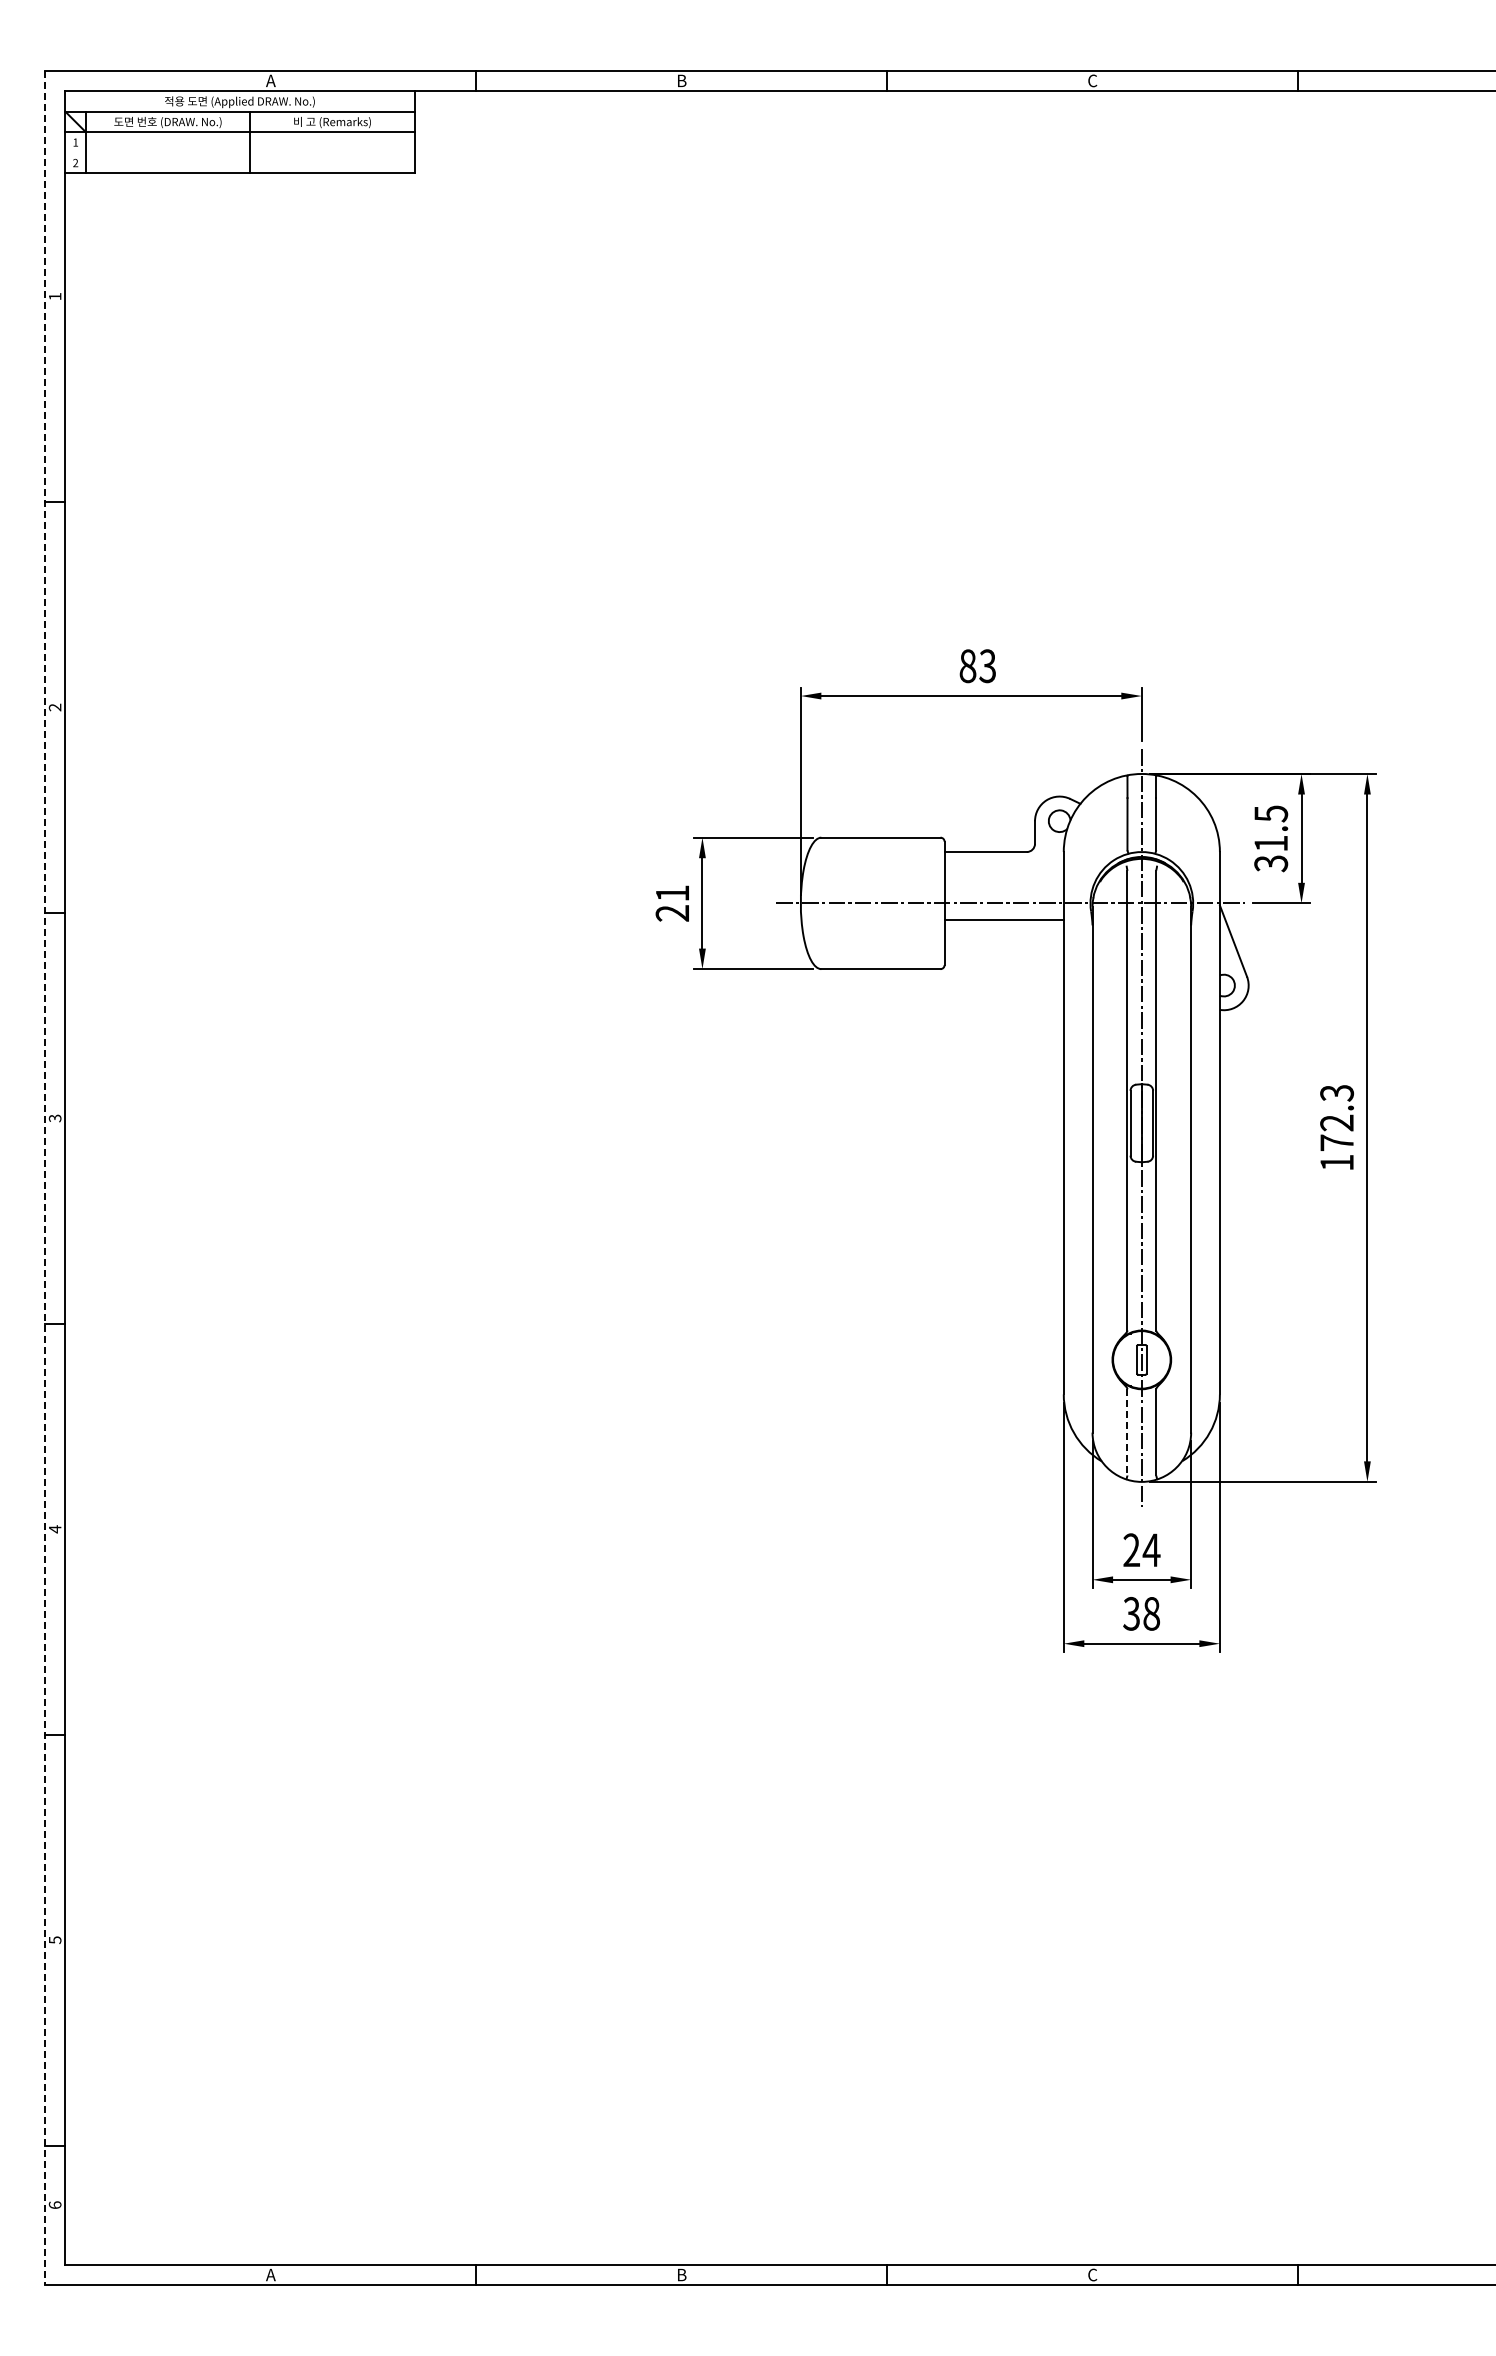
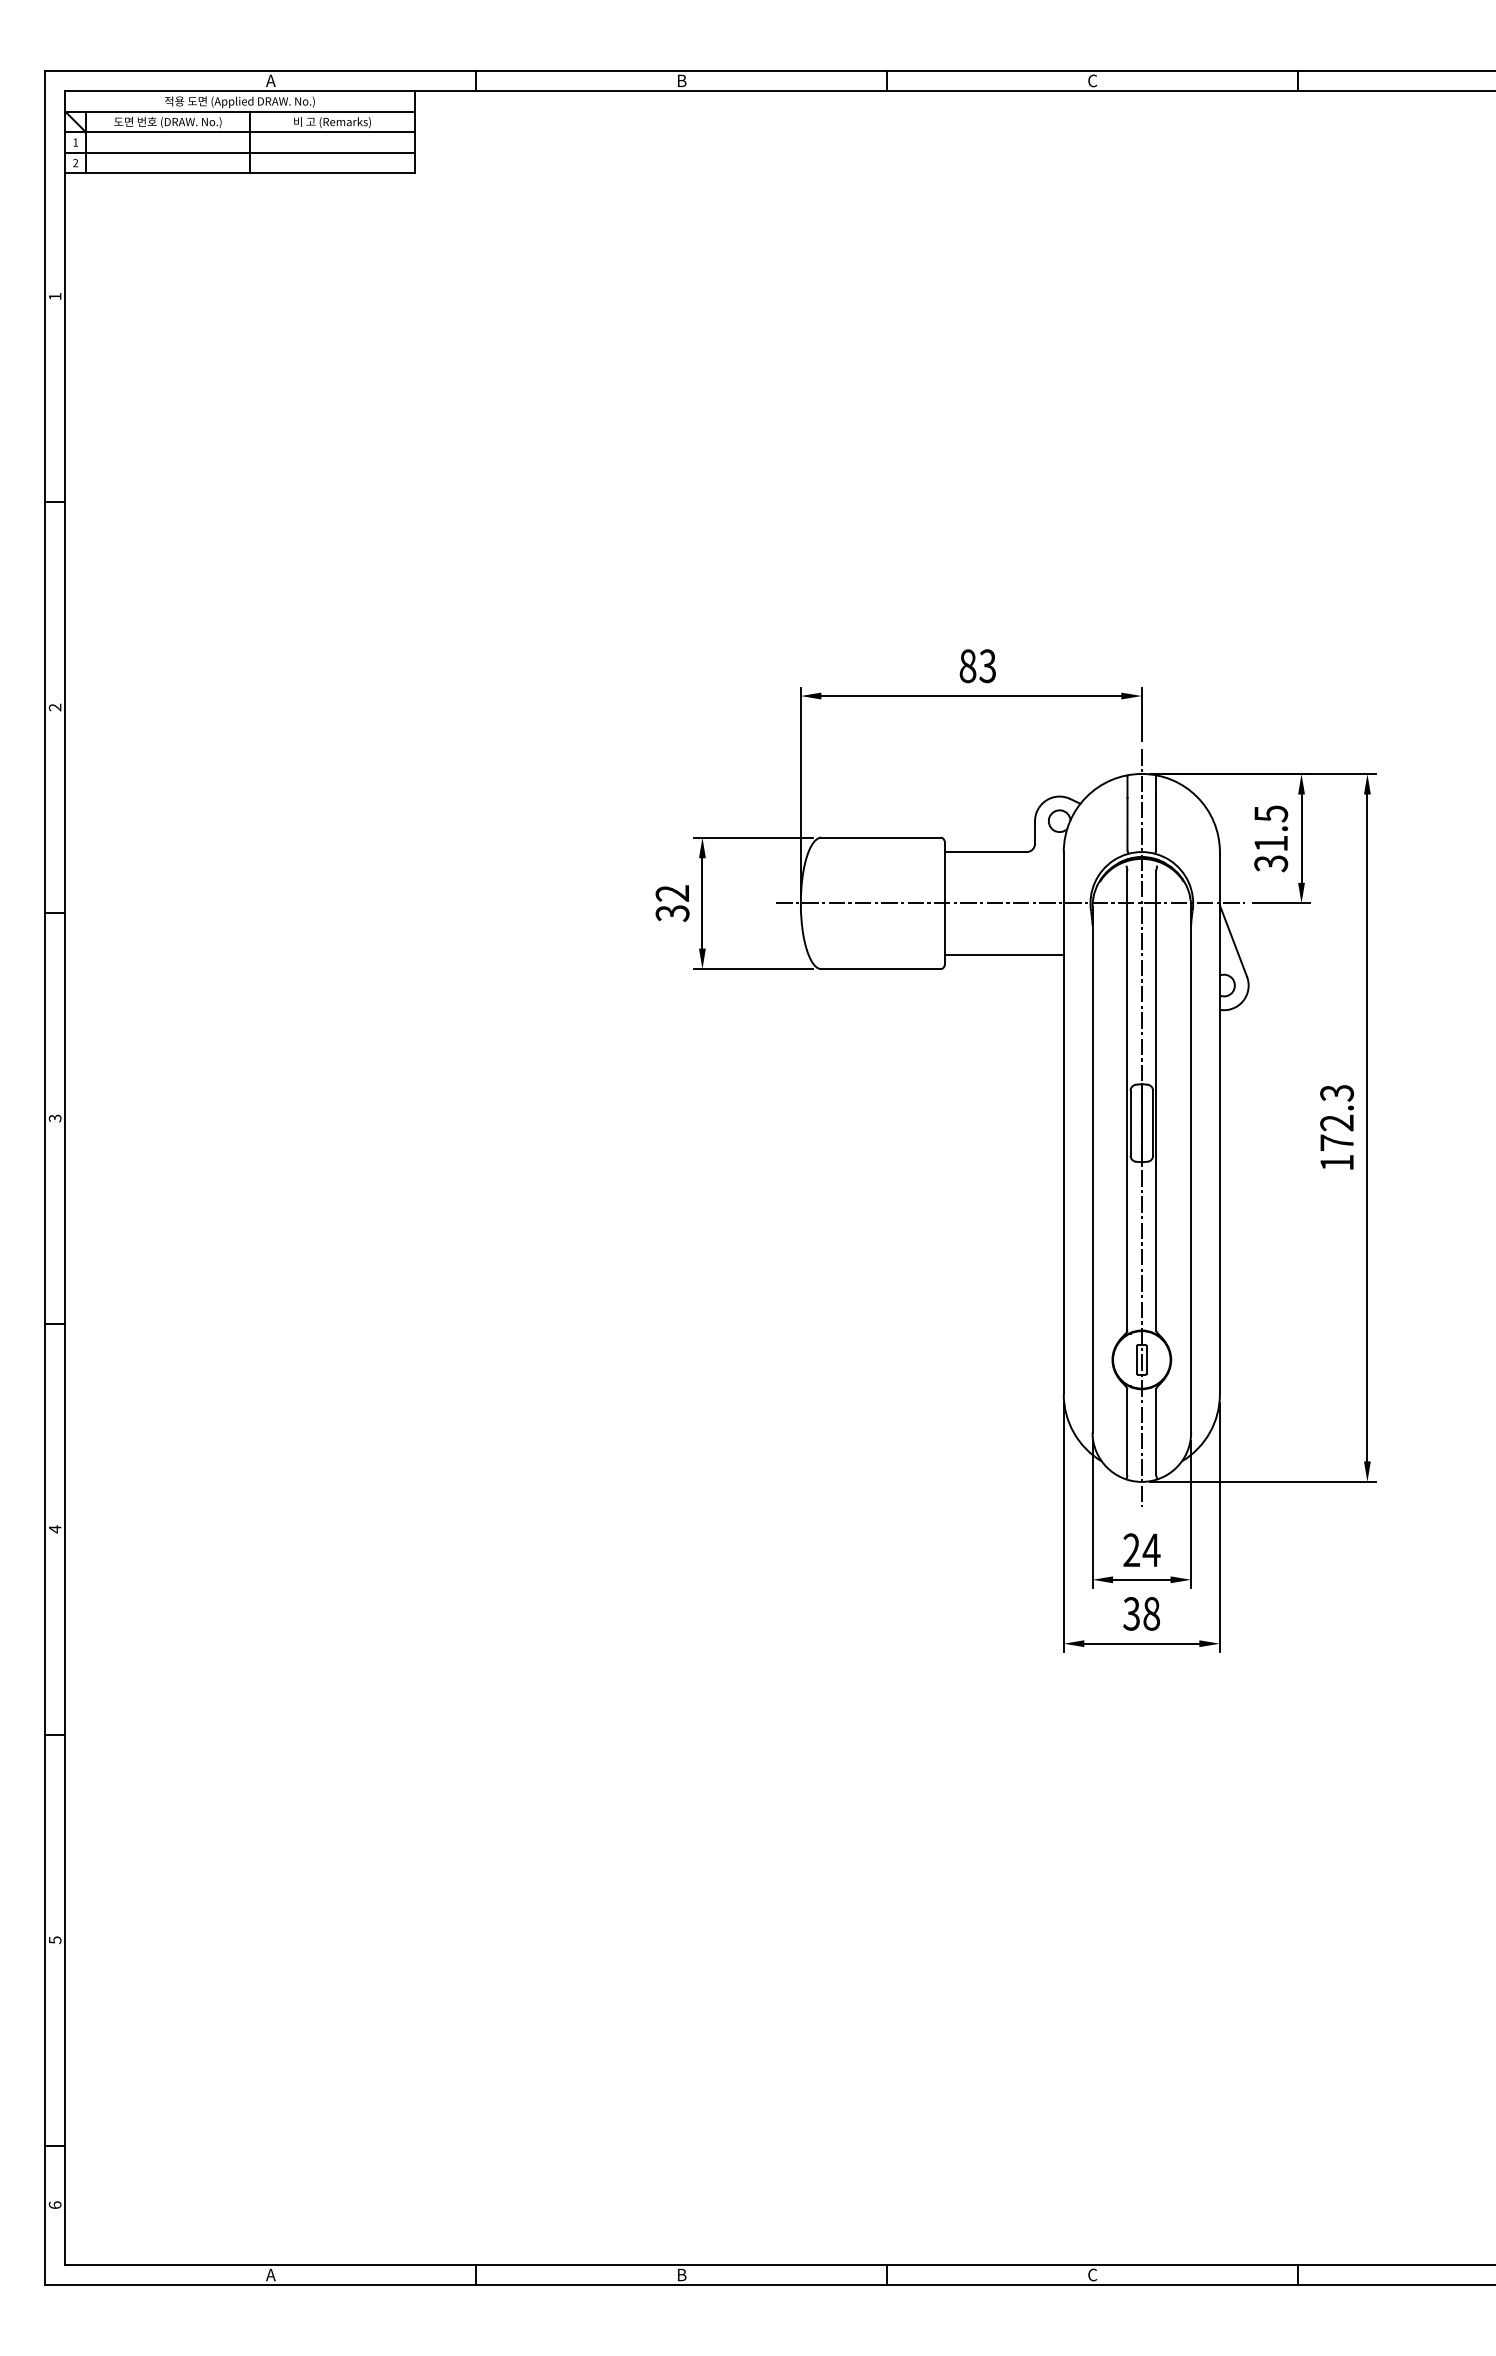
line at (239, 152): none -> present
text at (672, 903): 21 -> 32
line at (1003, 919) position: (1003, 919) -> (1003, 954)
line at (44, 1178): dashed -> solid
line at (1127, 1432): dashed -> solid
